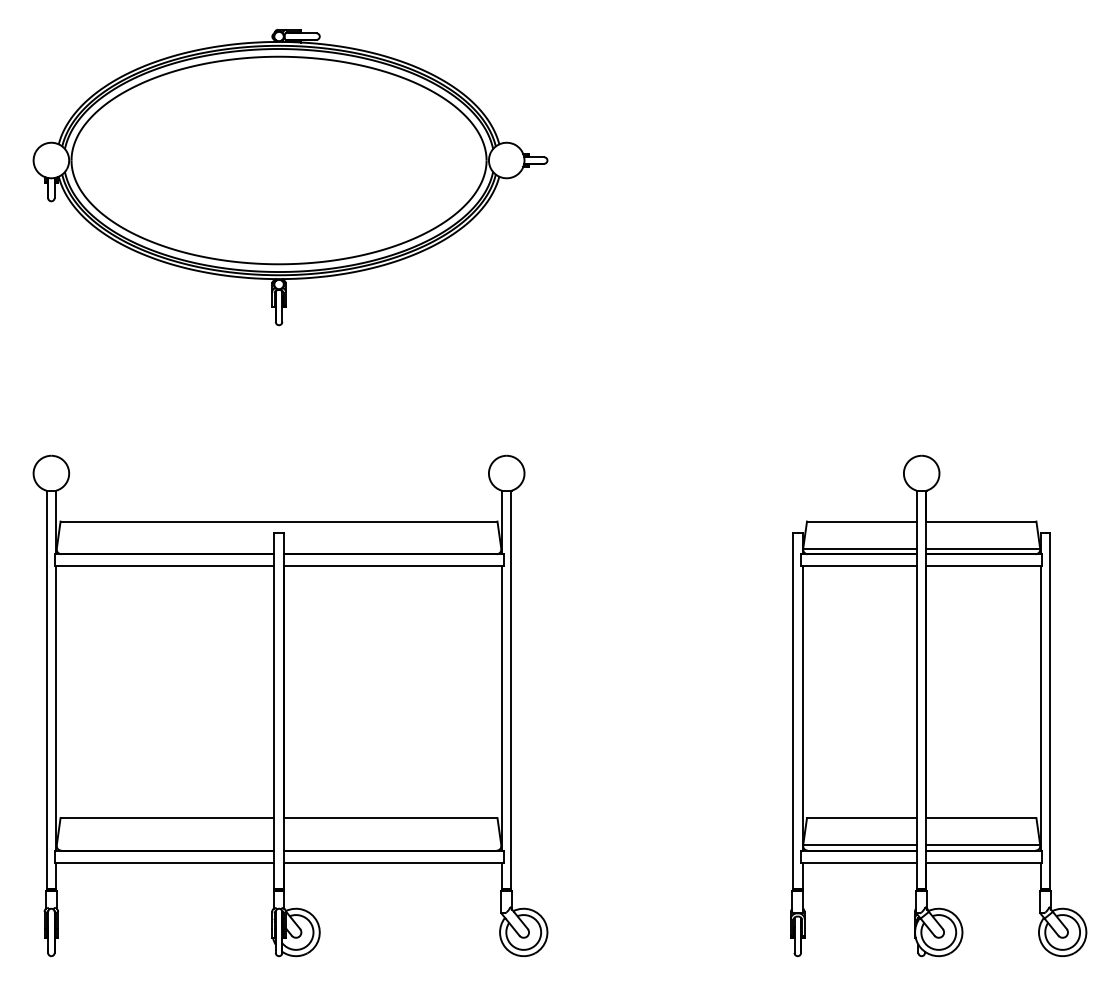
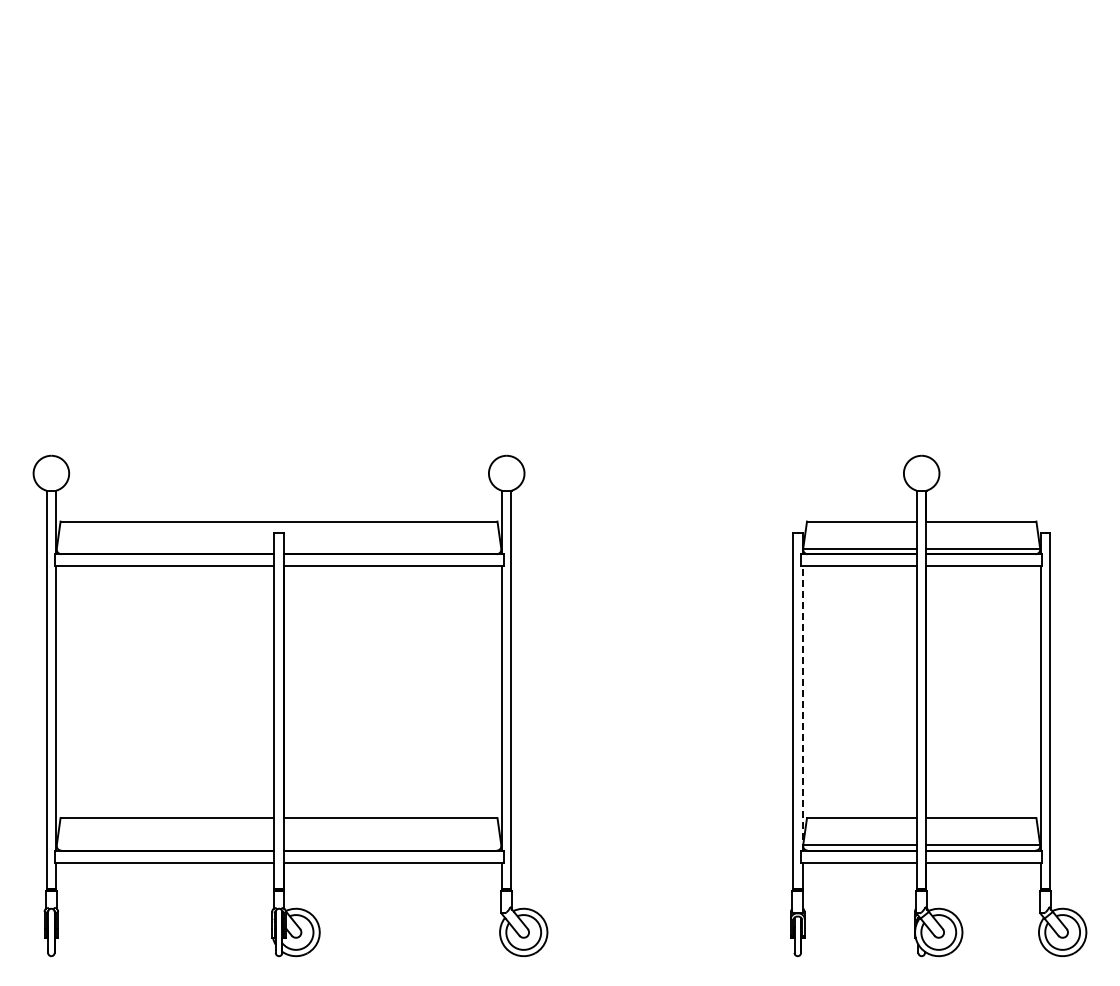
part at (290, 177): present -> none
line at (802, 707): solid -> dashed
